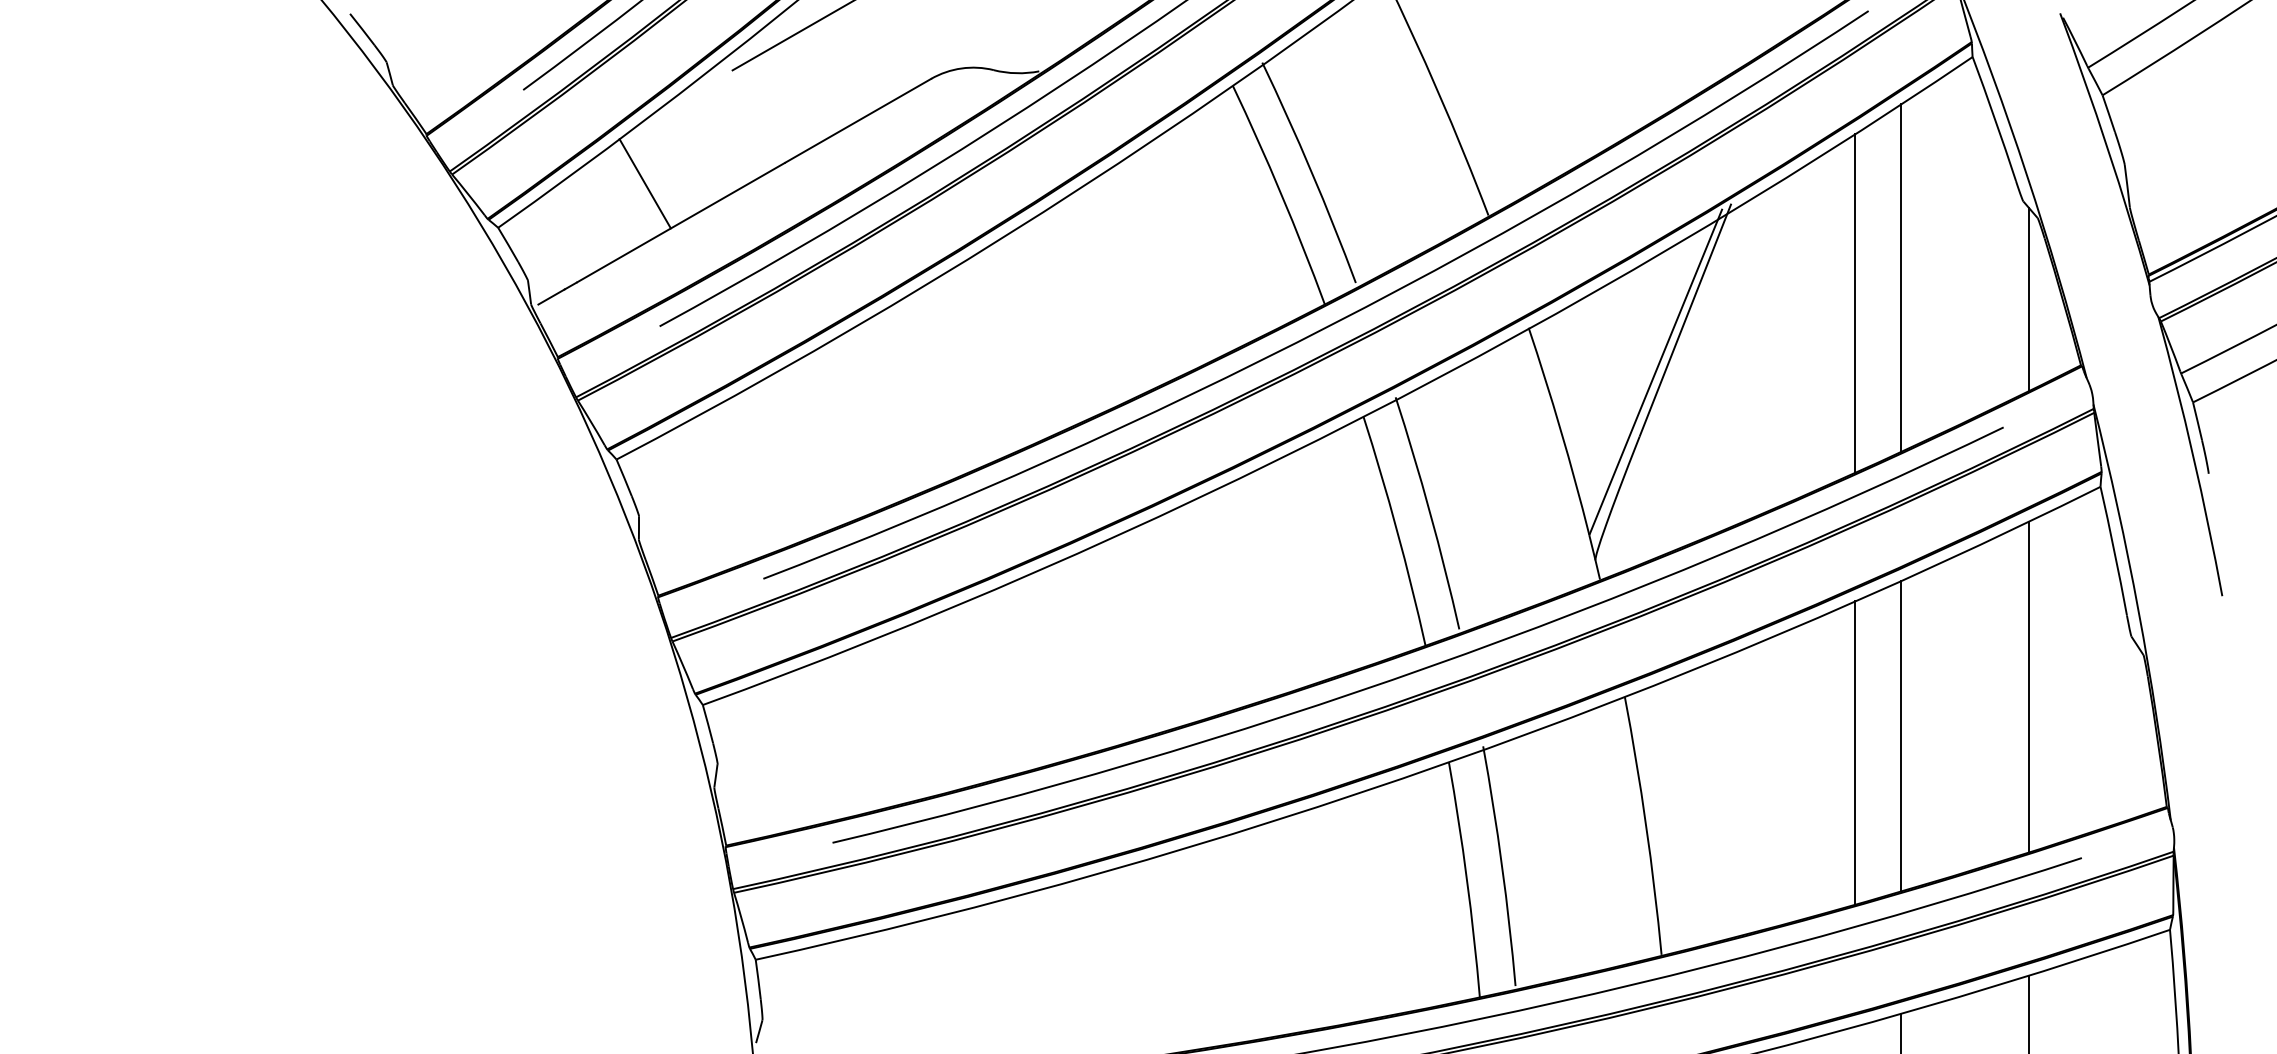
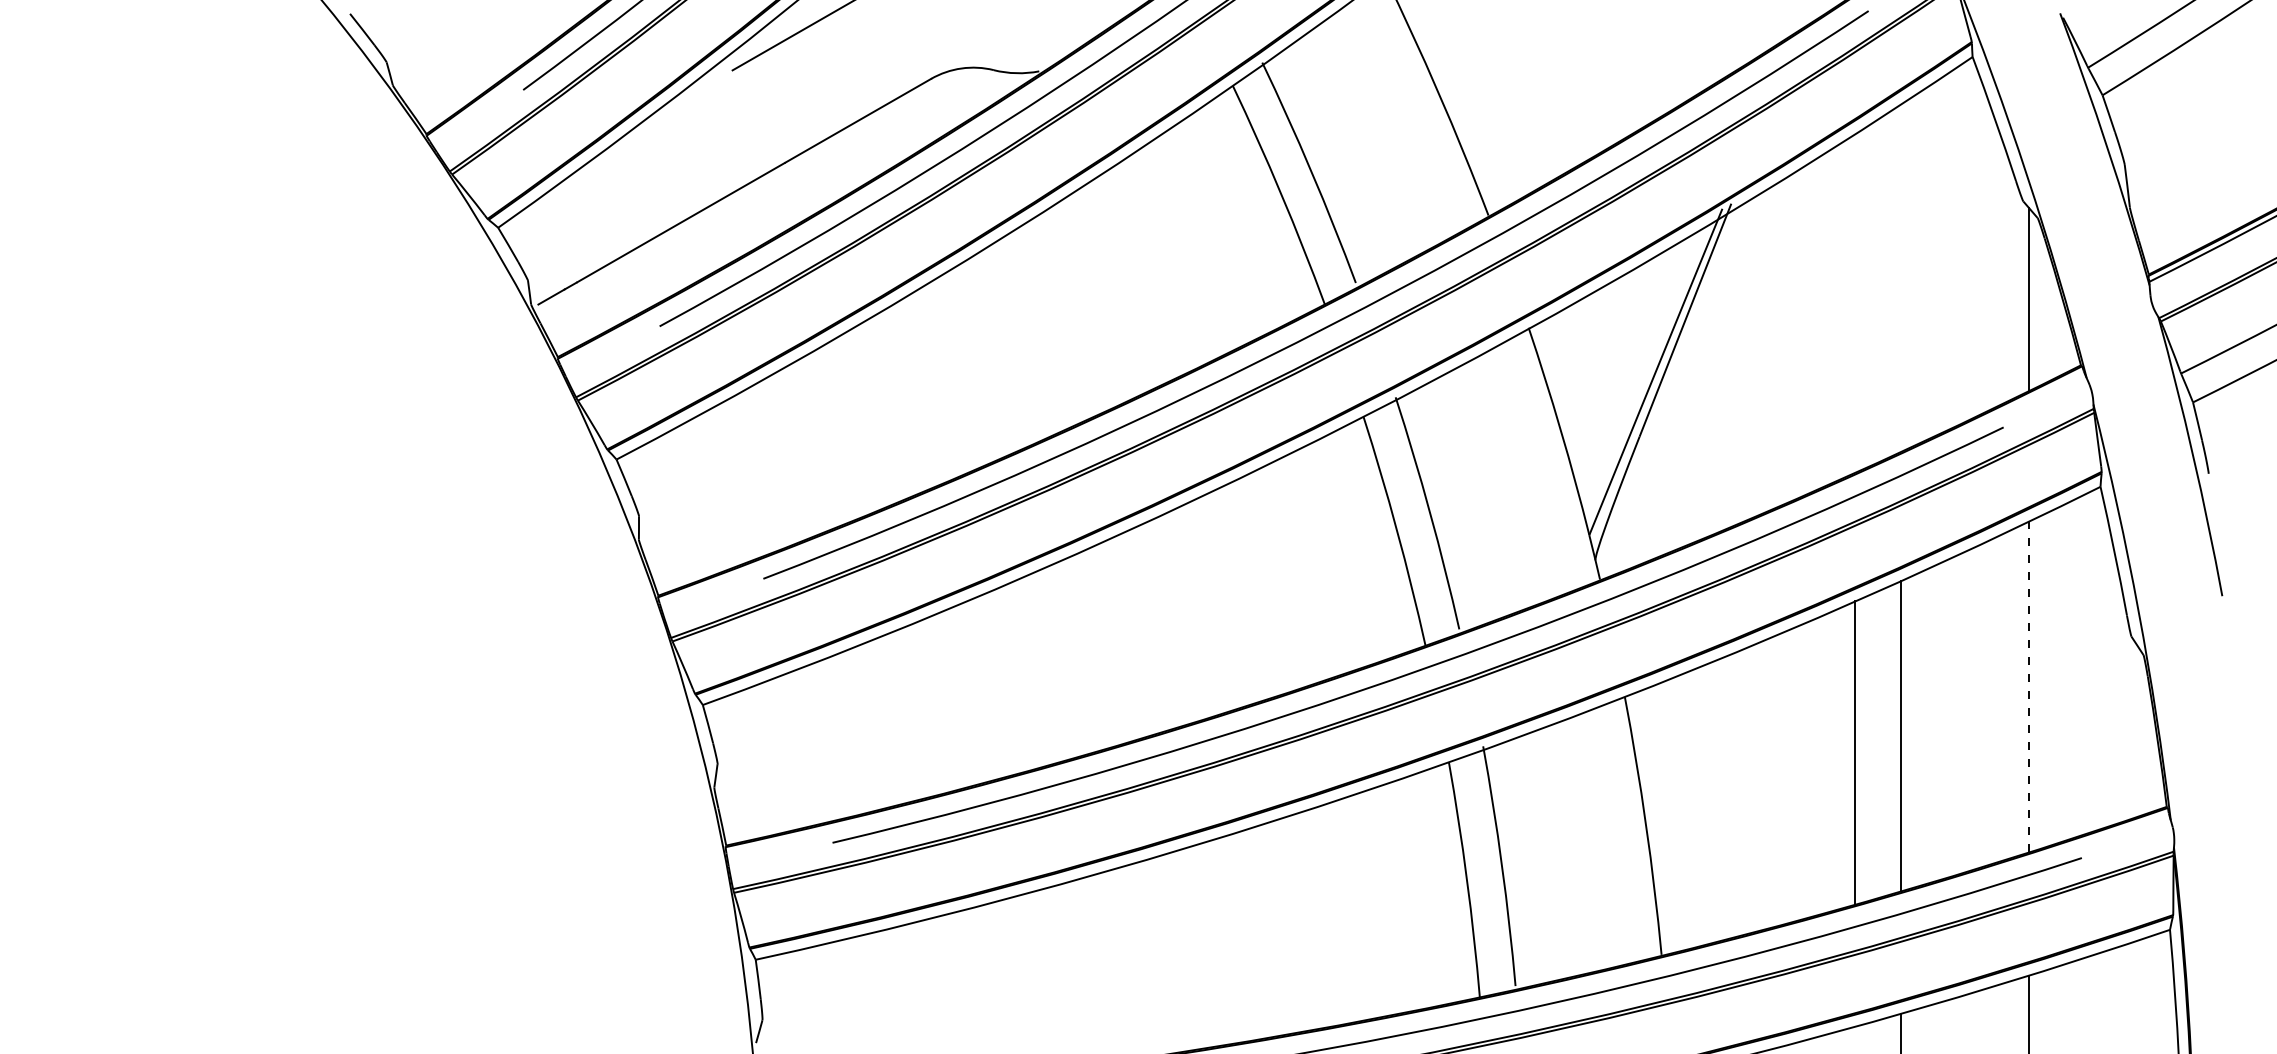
line at (644, 183): present -> none
line at (1900, 277): present -> none
line at (1855, 303): present -> none
line at (2029, 686): solid -> dashed
